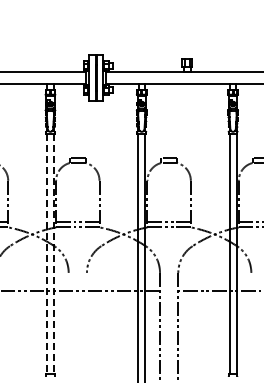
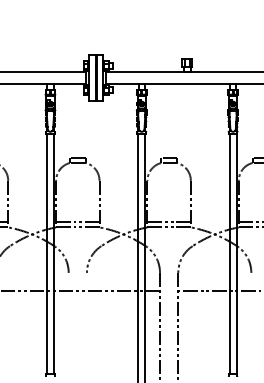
line at (46, 254): dashed -> solid
line at (54, 254): dashed -> solid
